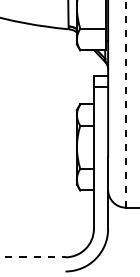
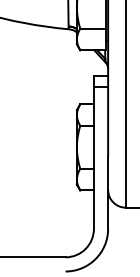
line at (125, 103): dashed -> solid
line at (33, 257): dashed -> solid
